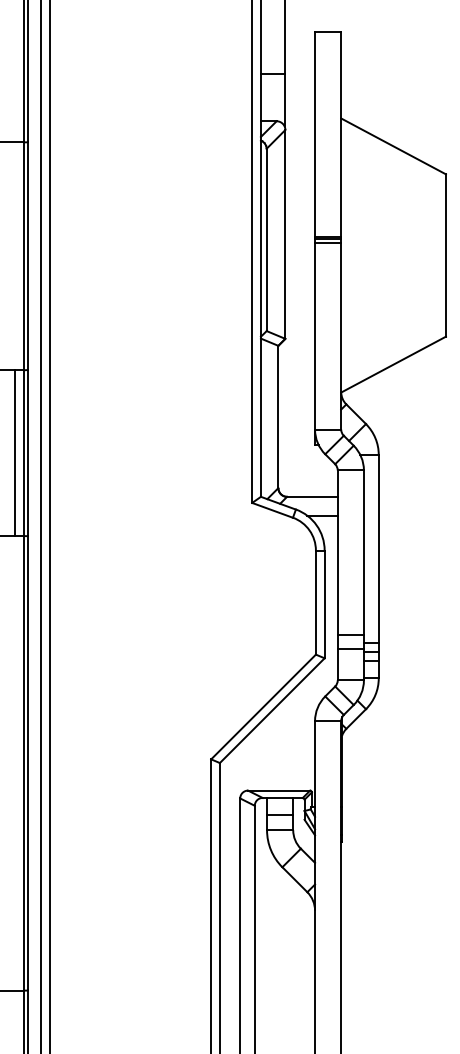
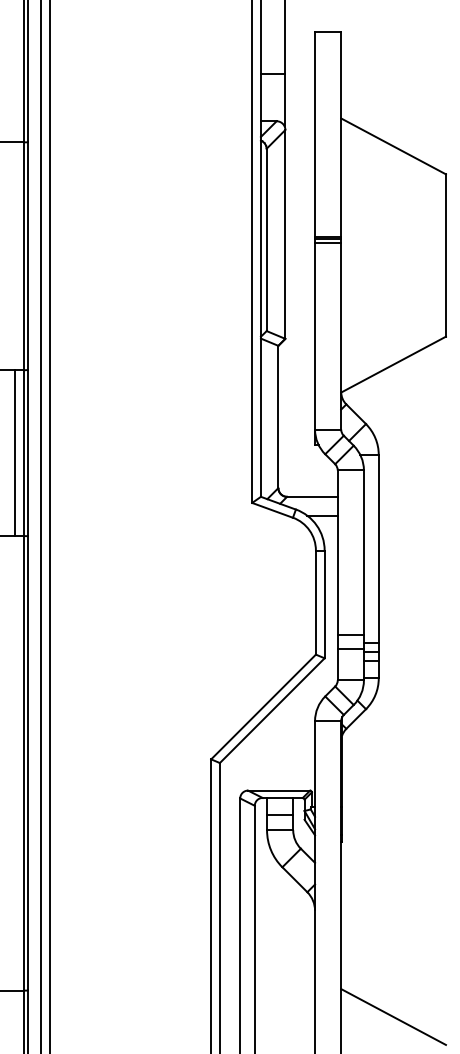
line at (393, 1016): none -> present
